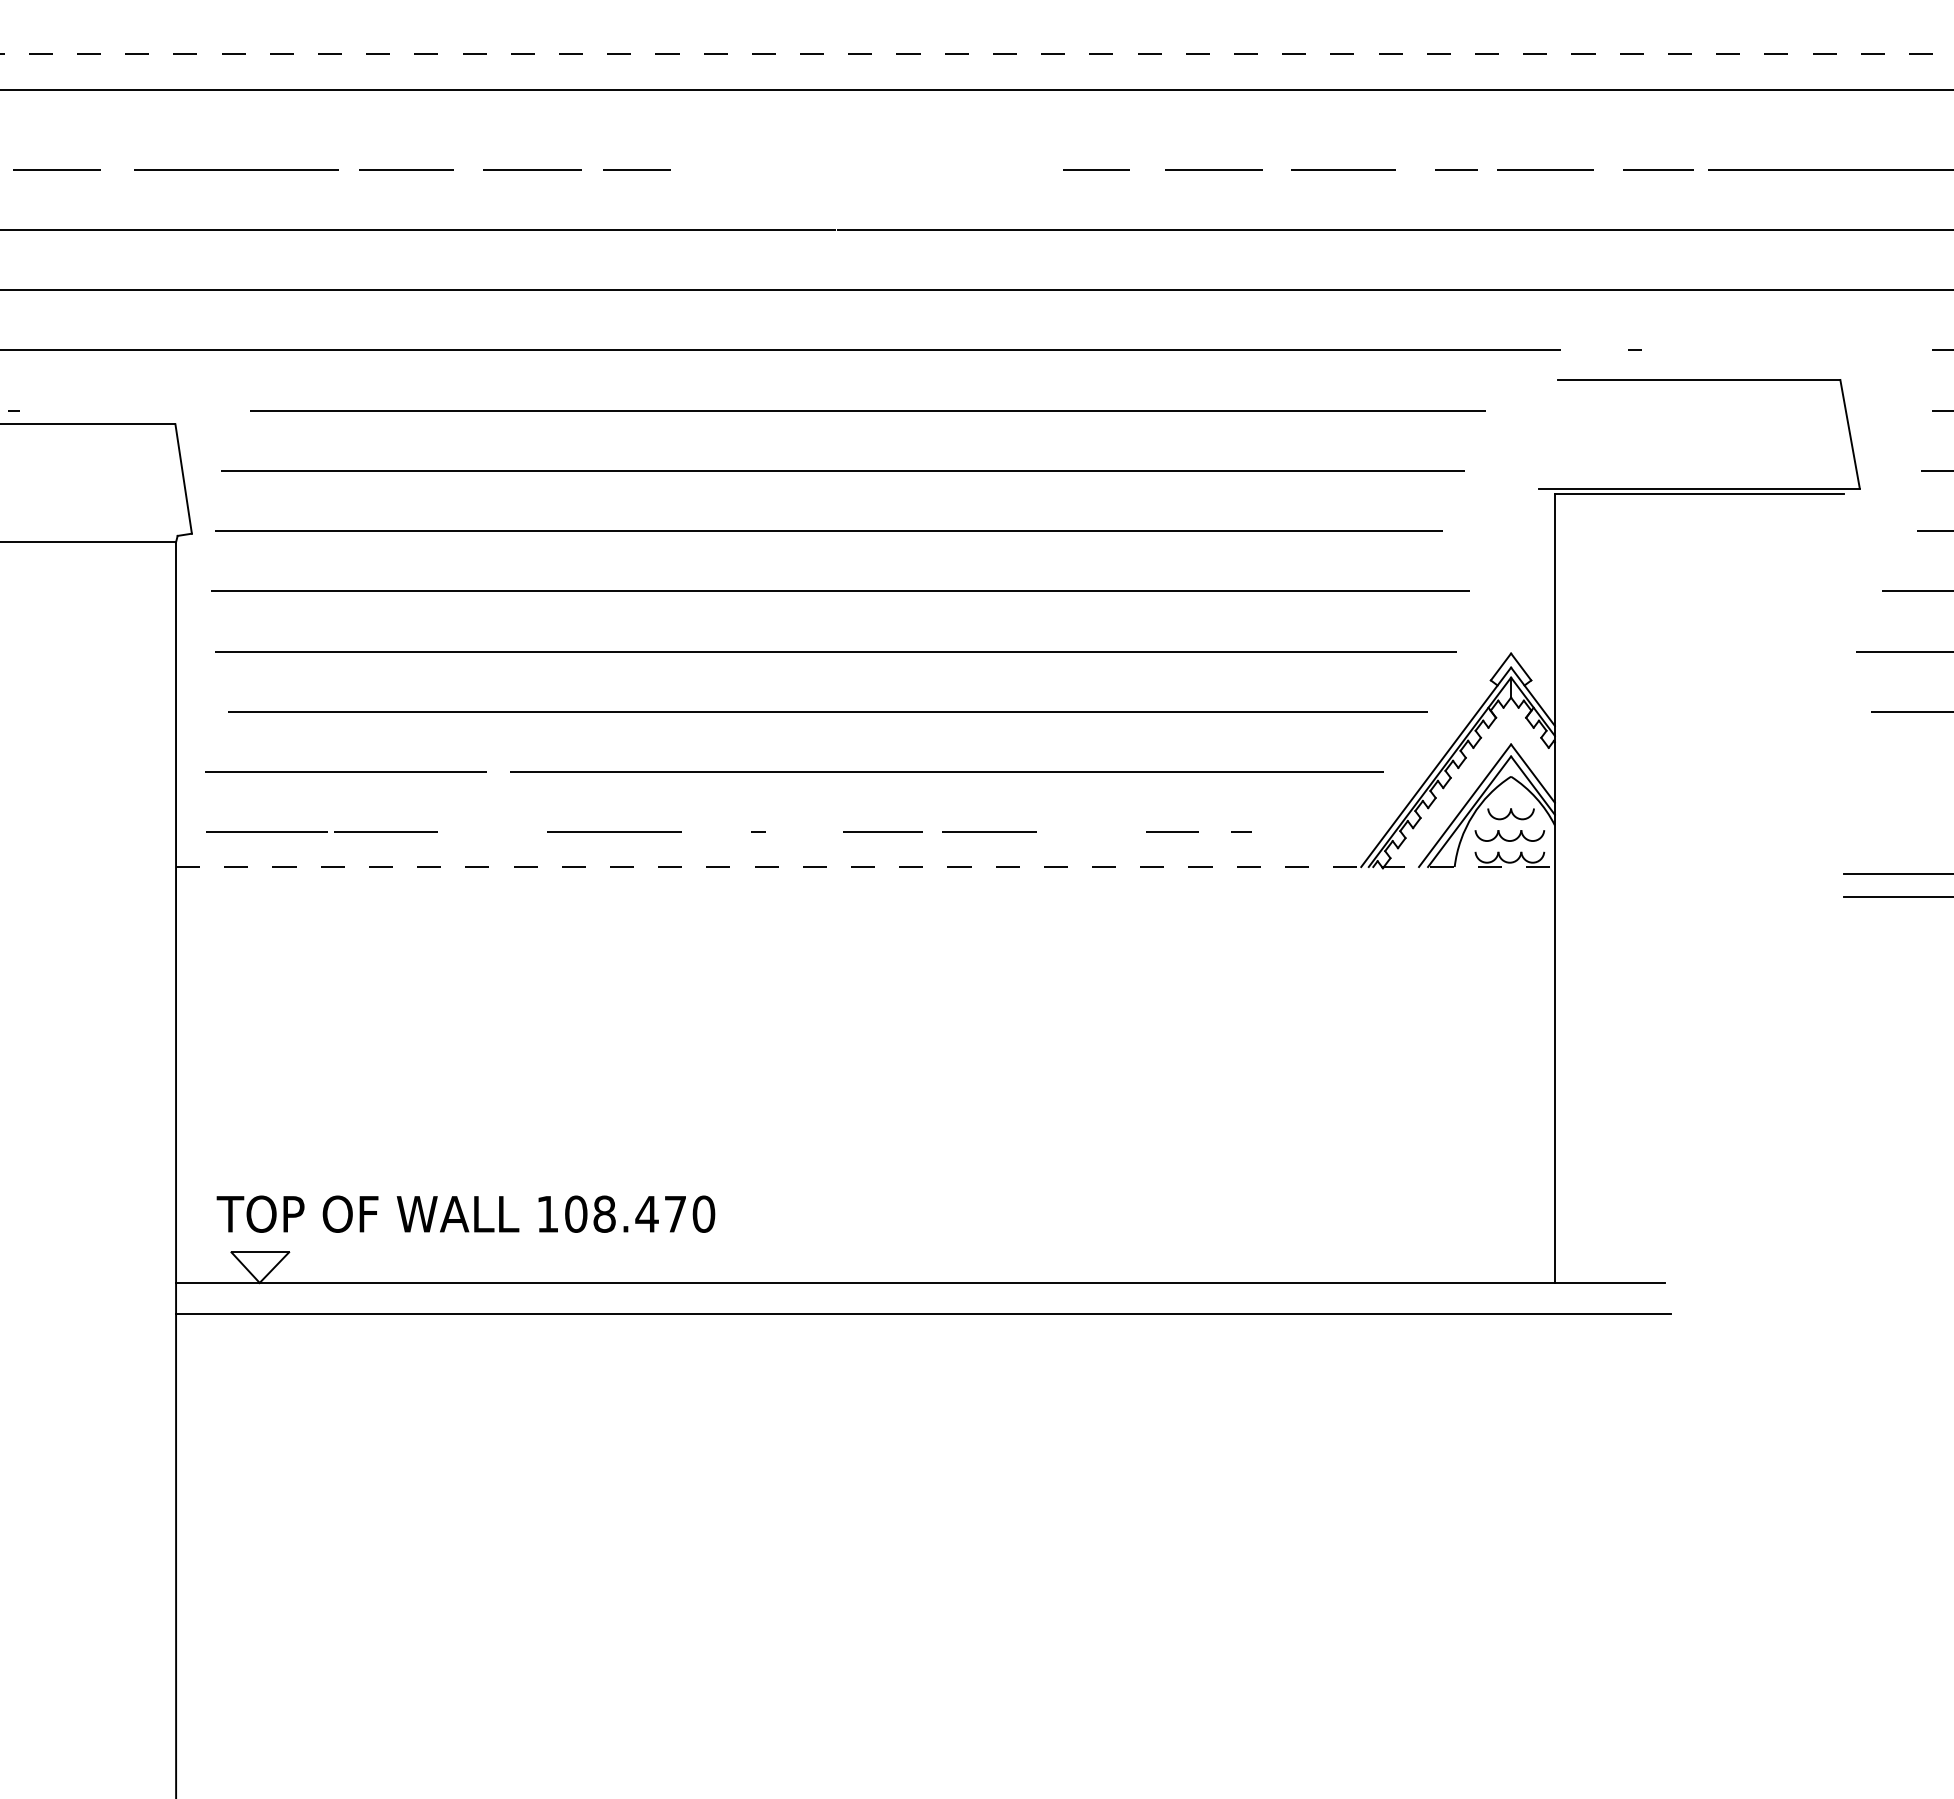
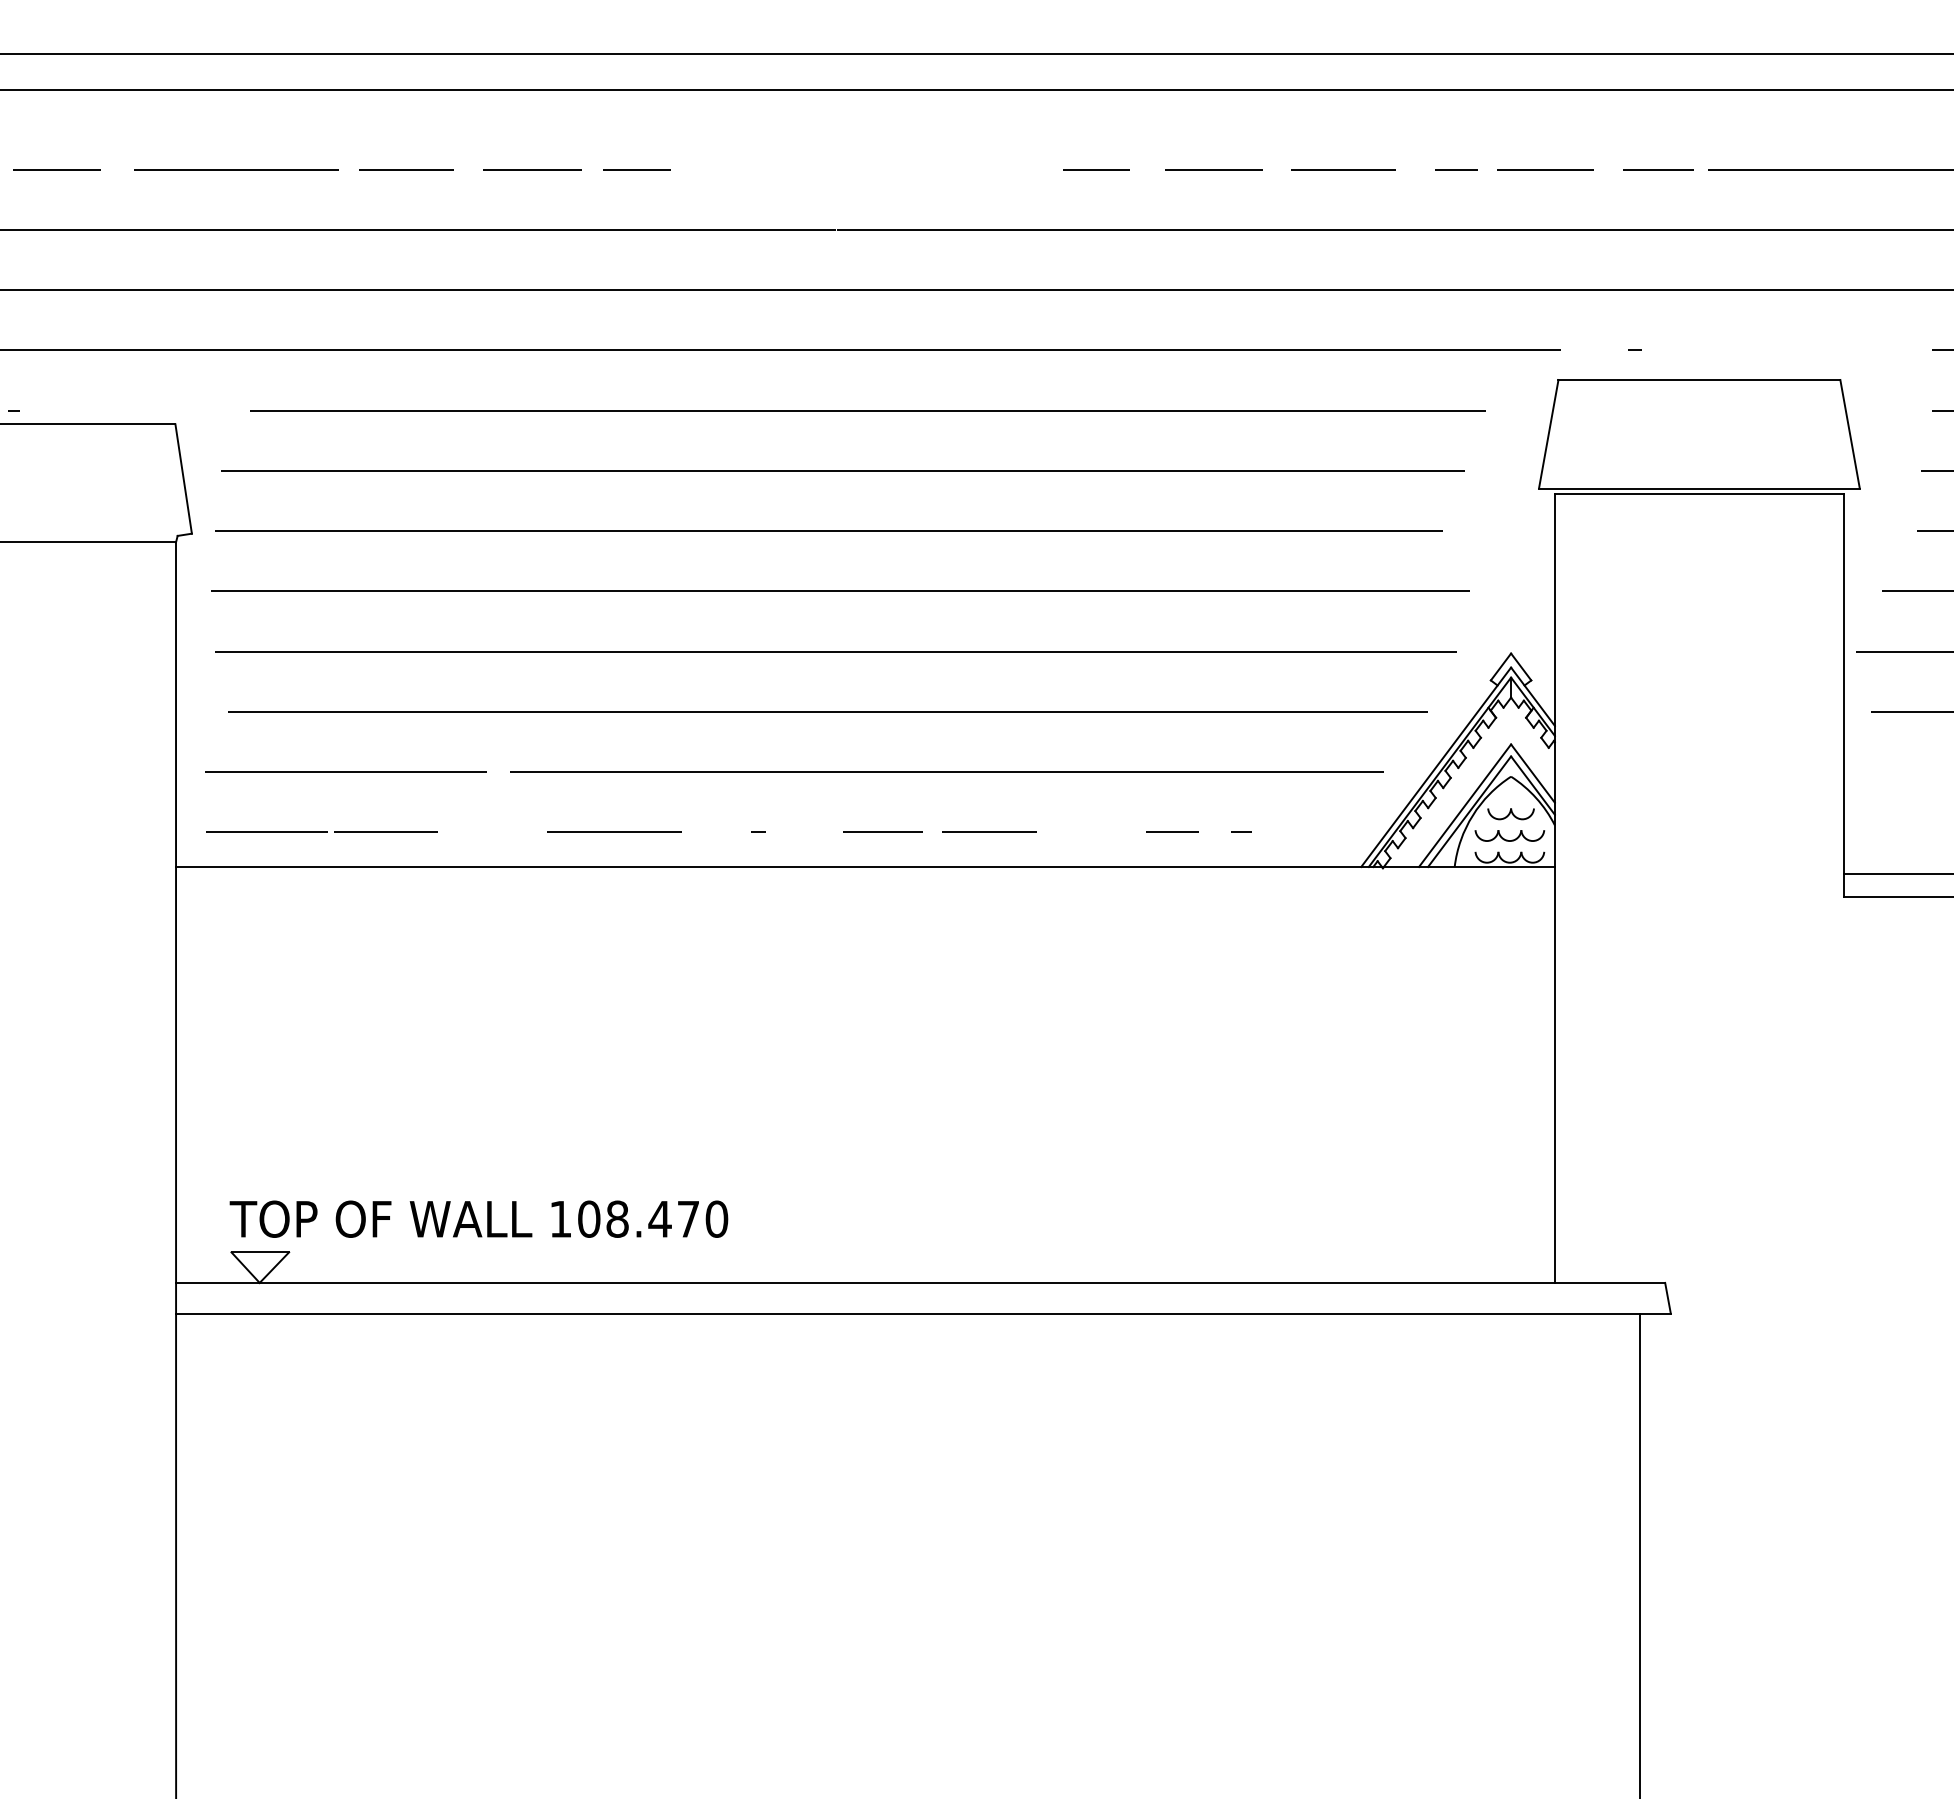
line at (976, 53): dashed -> solid
line at (1548, 434): none -> present
line at (1843, 695): none -> present
line at (865, 867): dashed -> solid
text at (465, 1213) position: (465, 1213) -> (478, 1218)
line at (1667, 1297): none -> present
line at (1640, 1554): none -> present
